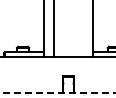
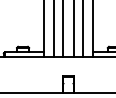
line at (63, 29): none -> present
line at (73, 29): none -> present
line at (82, 29): none -> present
line at (57, 92): dashed -> solid
